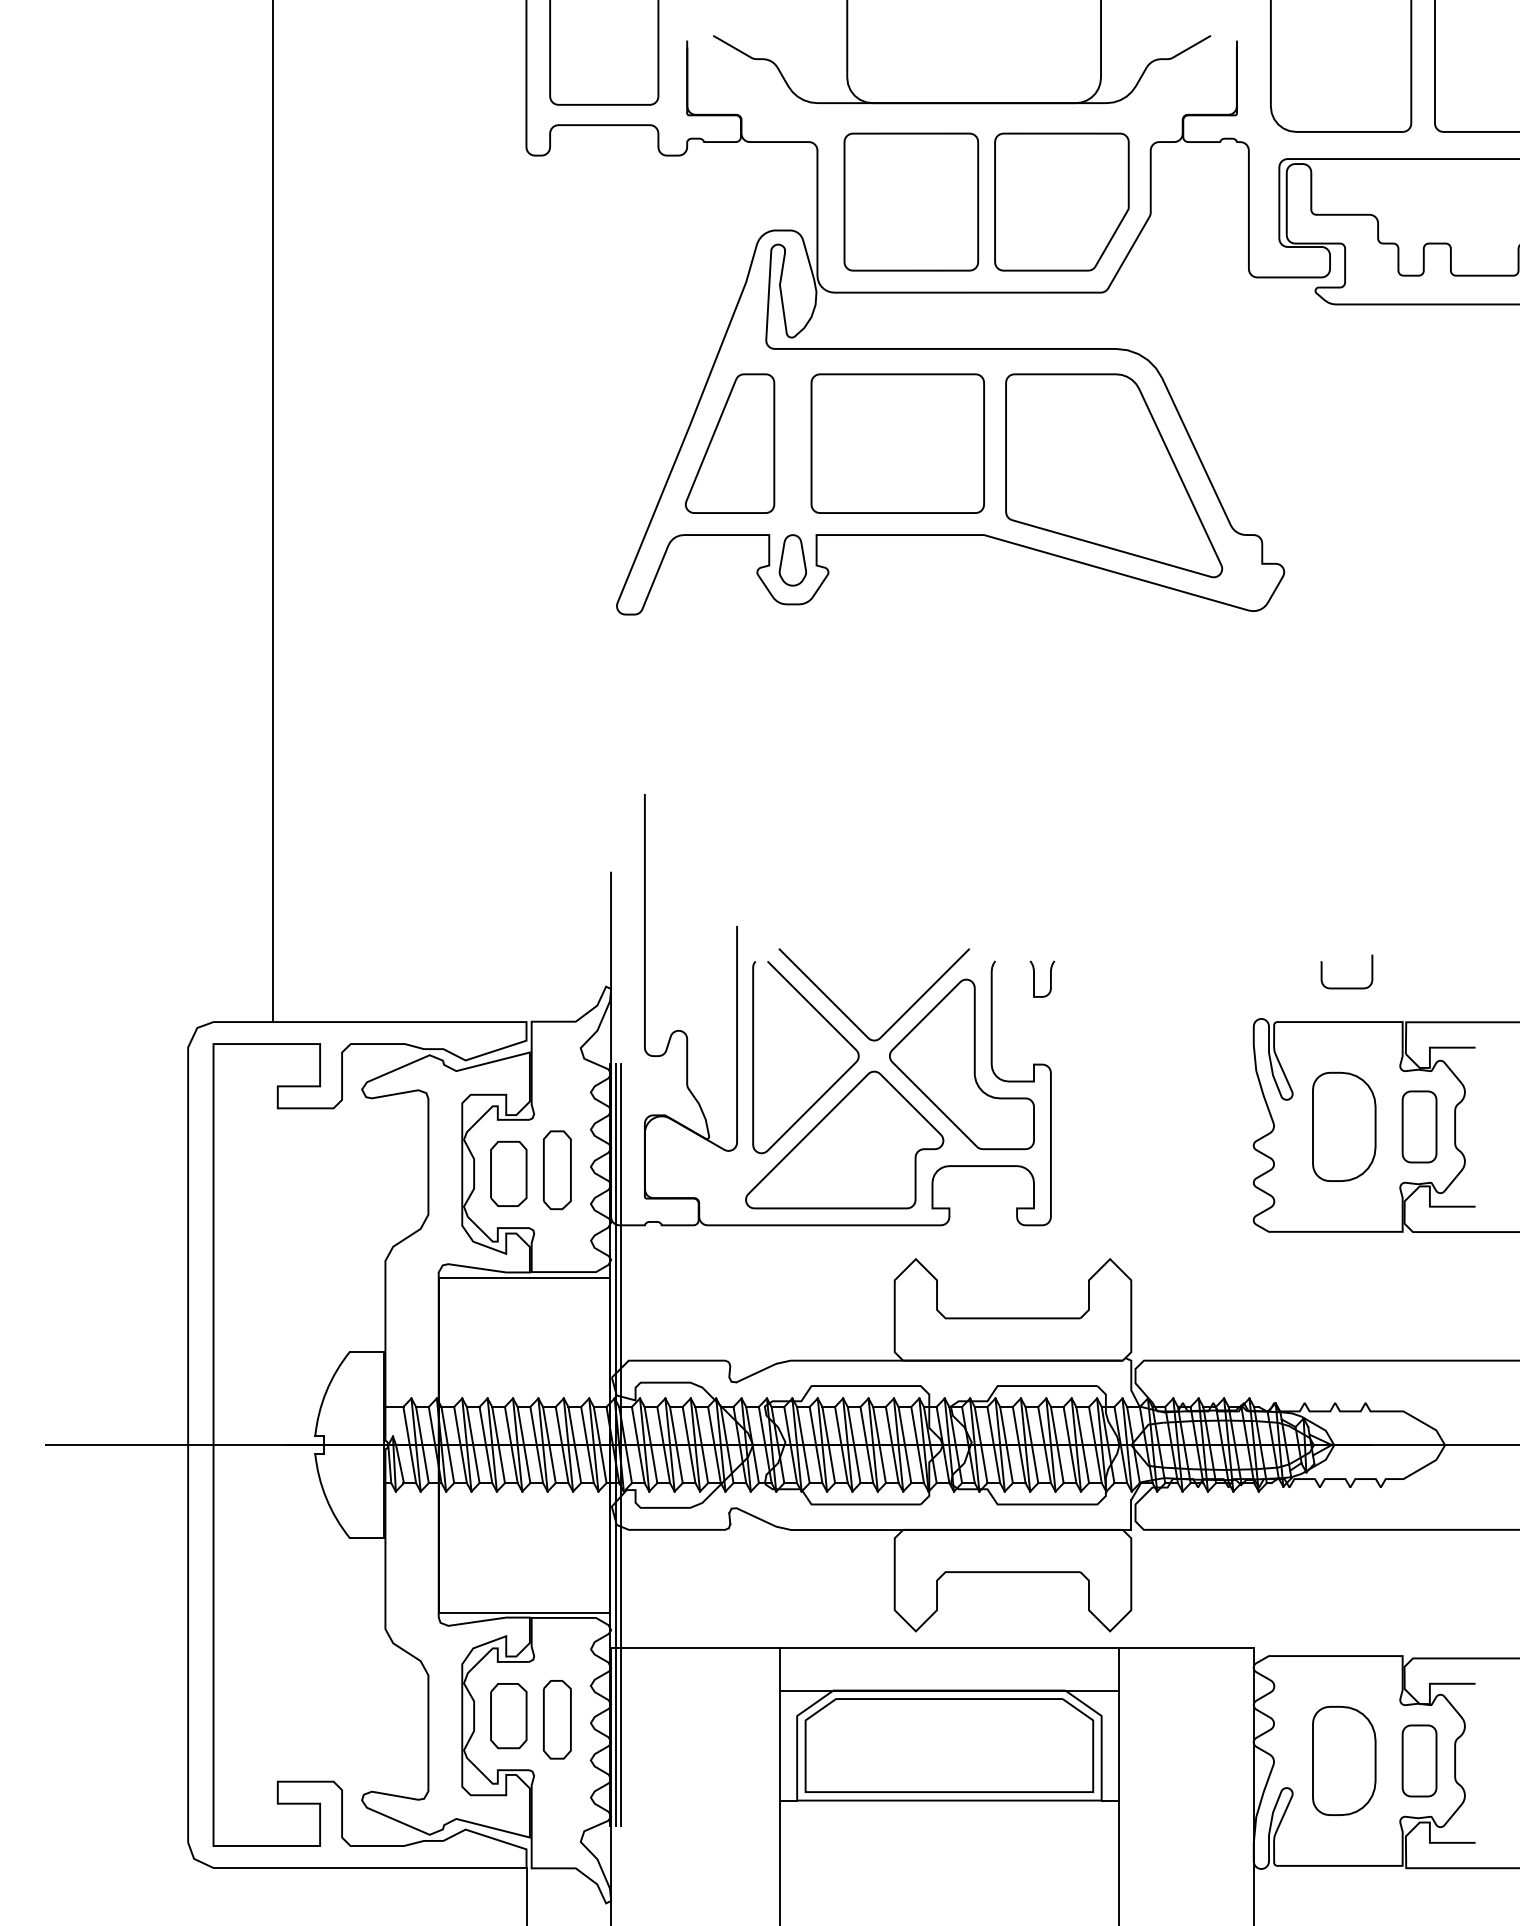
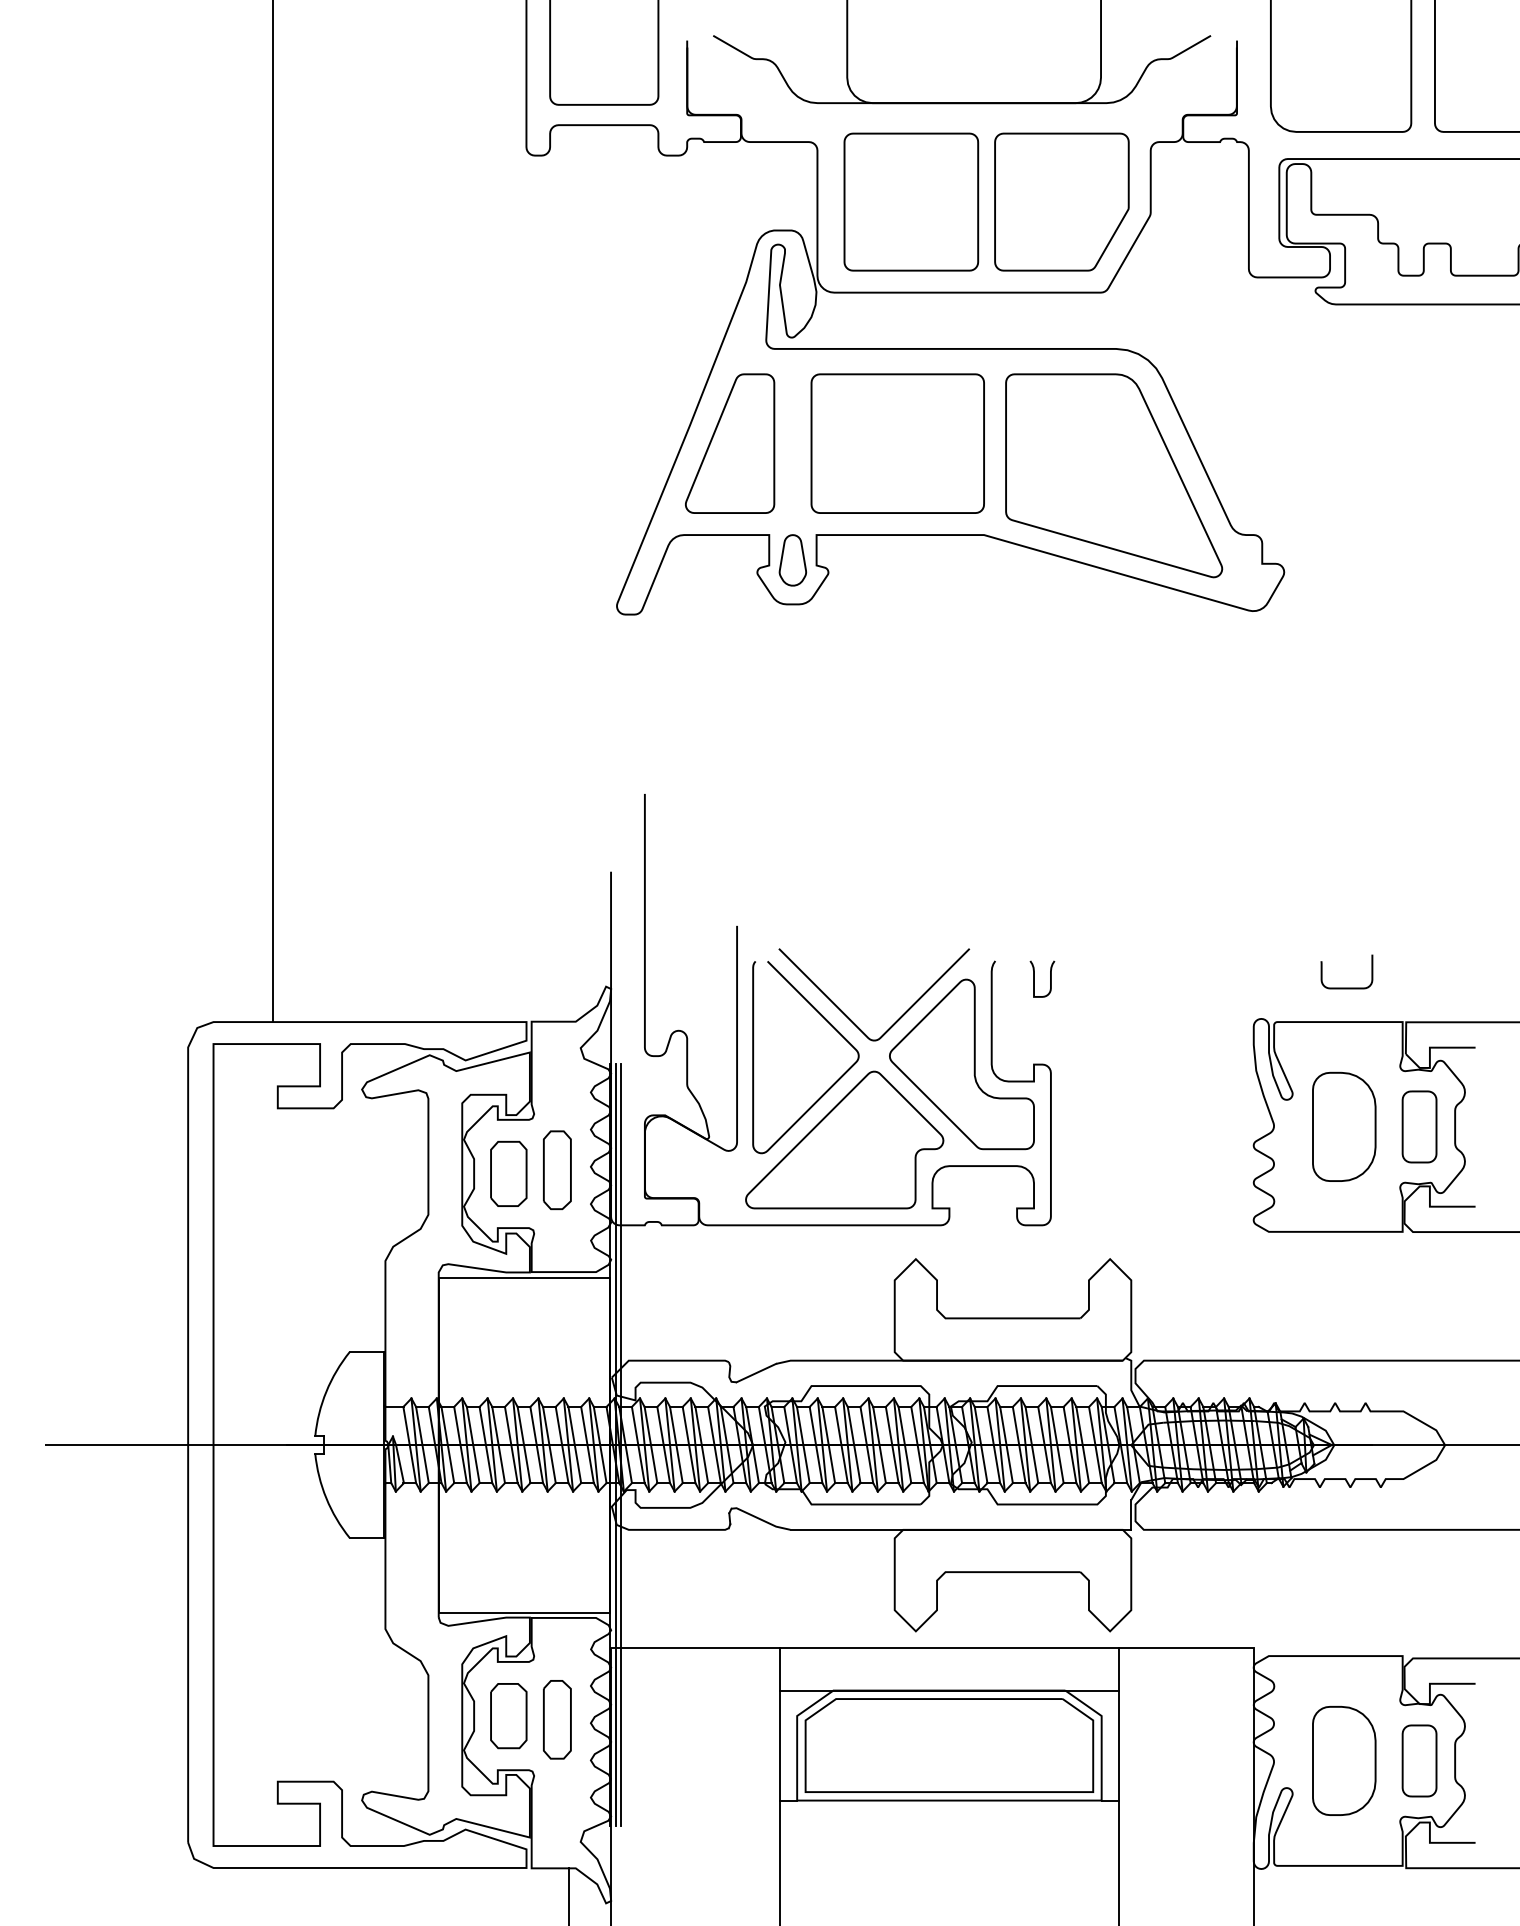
line at (526, 1894) position: (526, 1894) -> (568, 1894)
